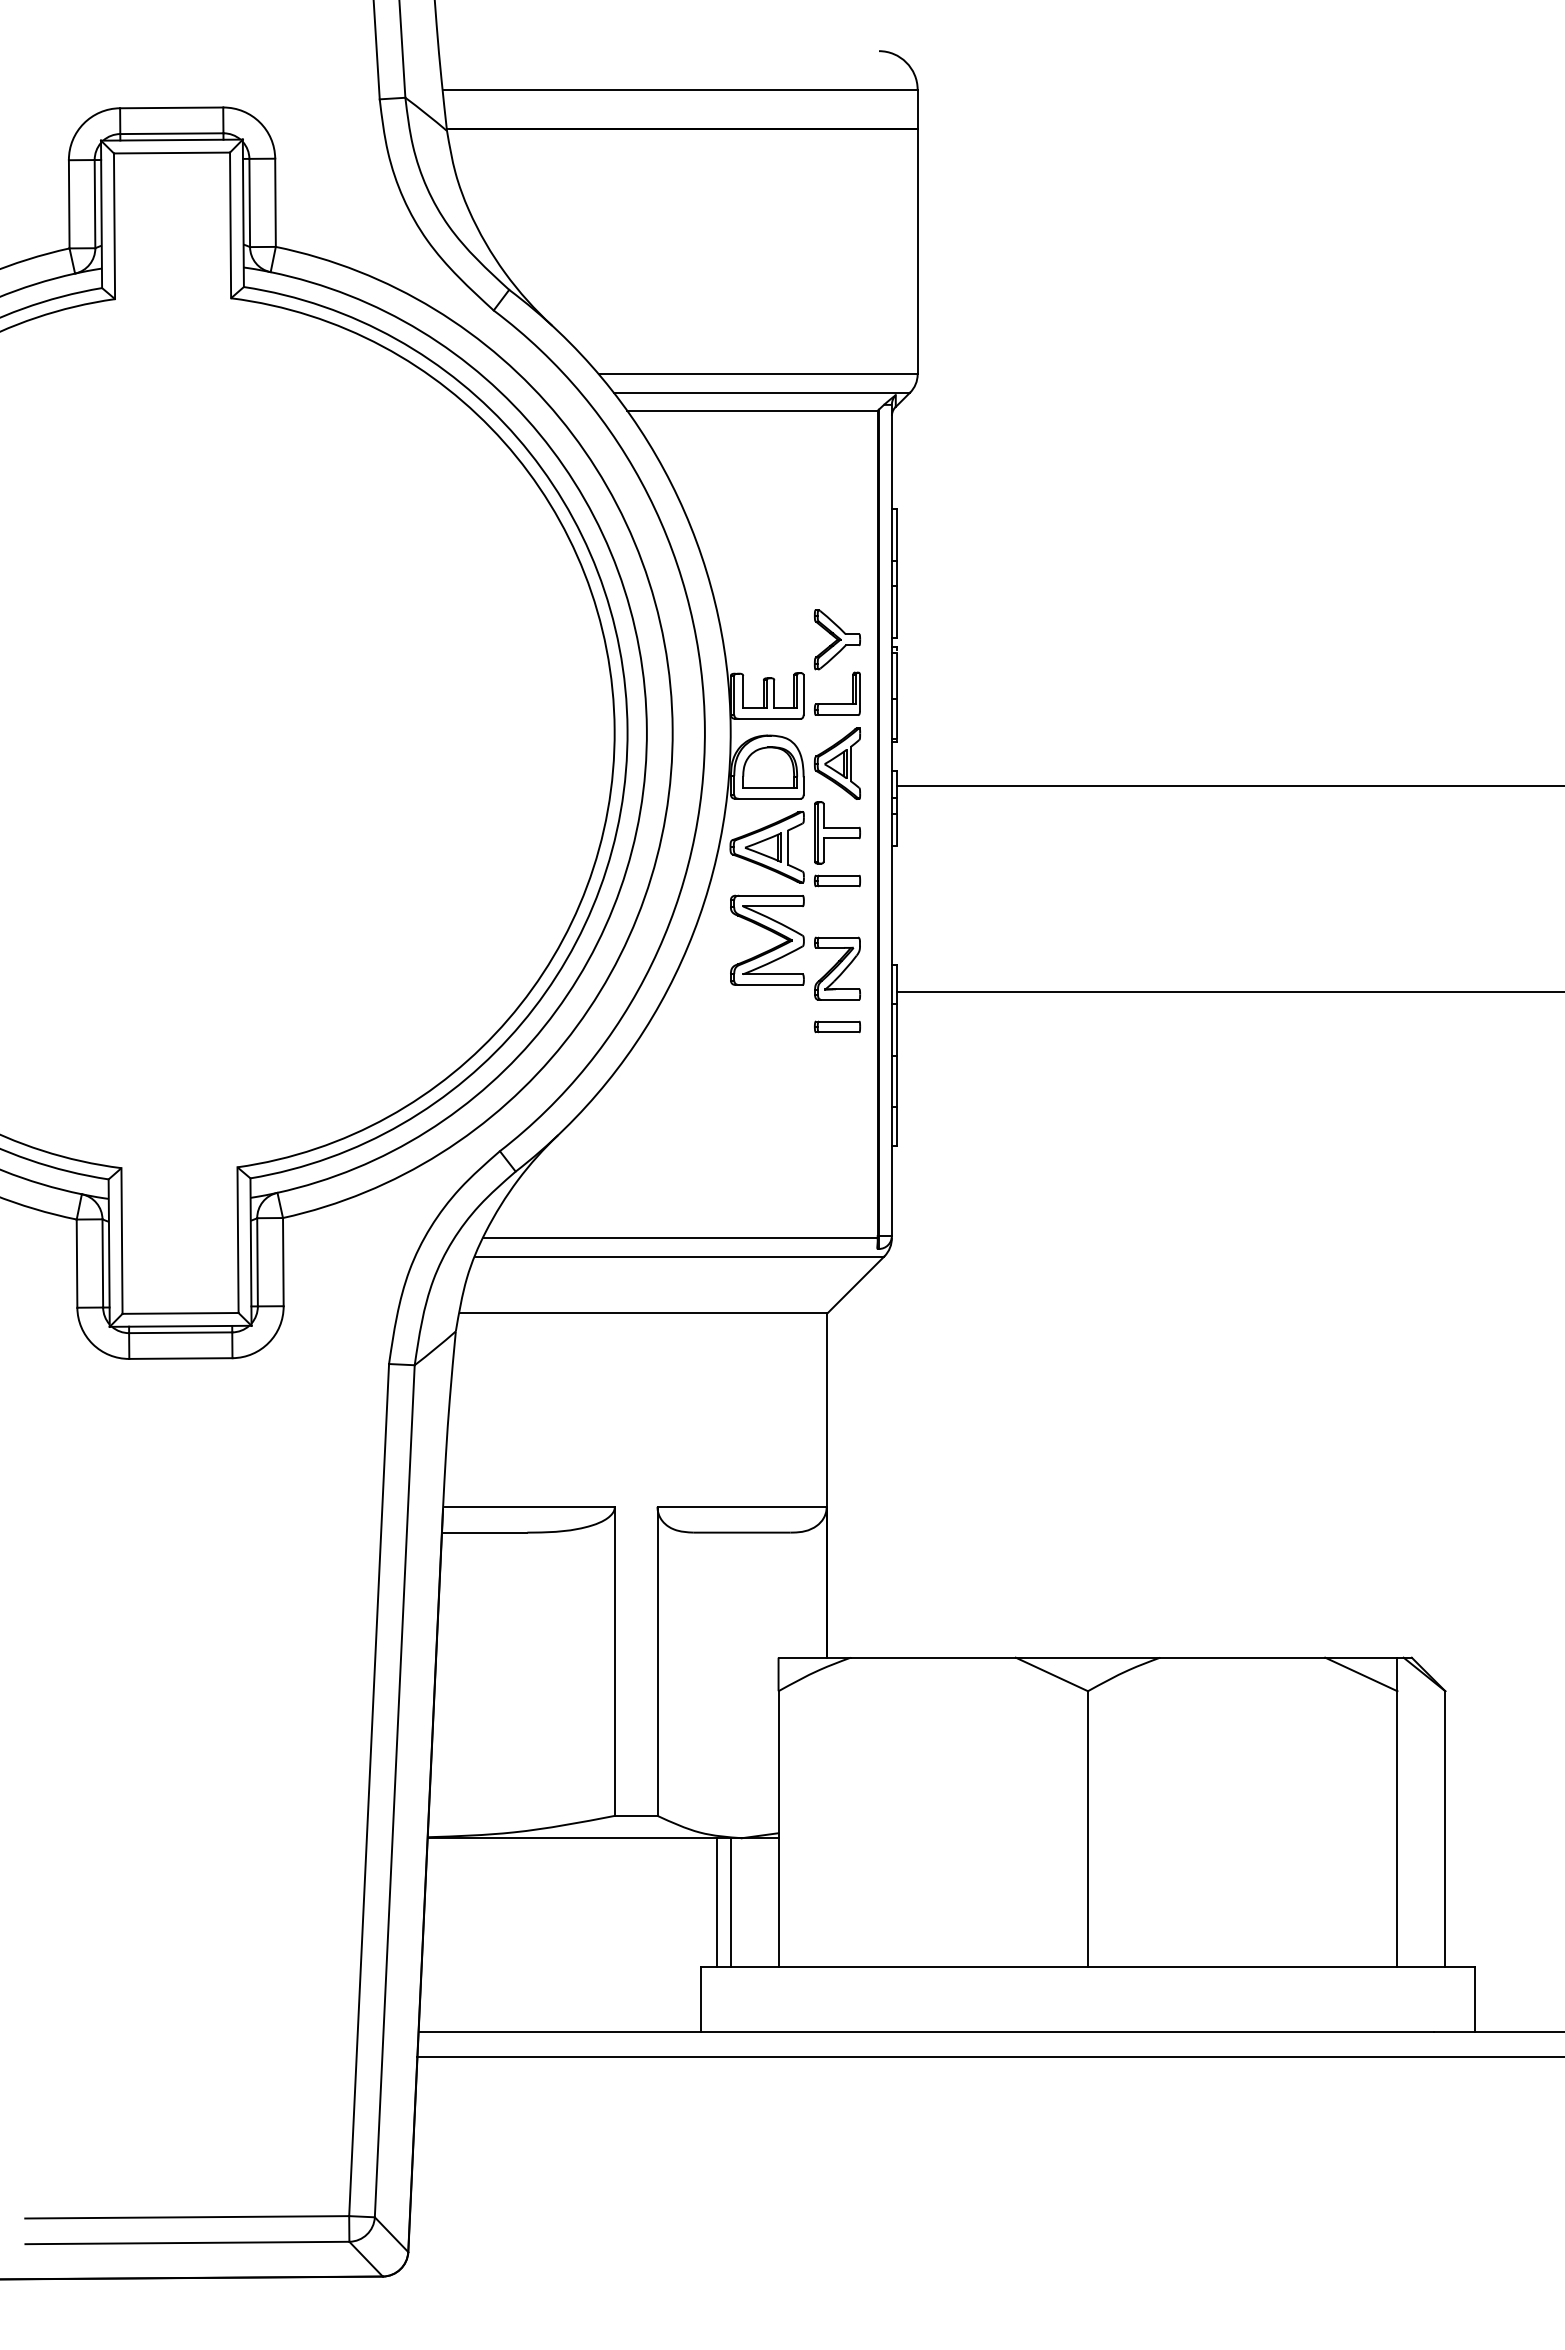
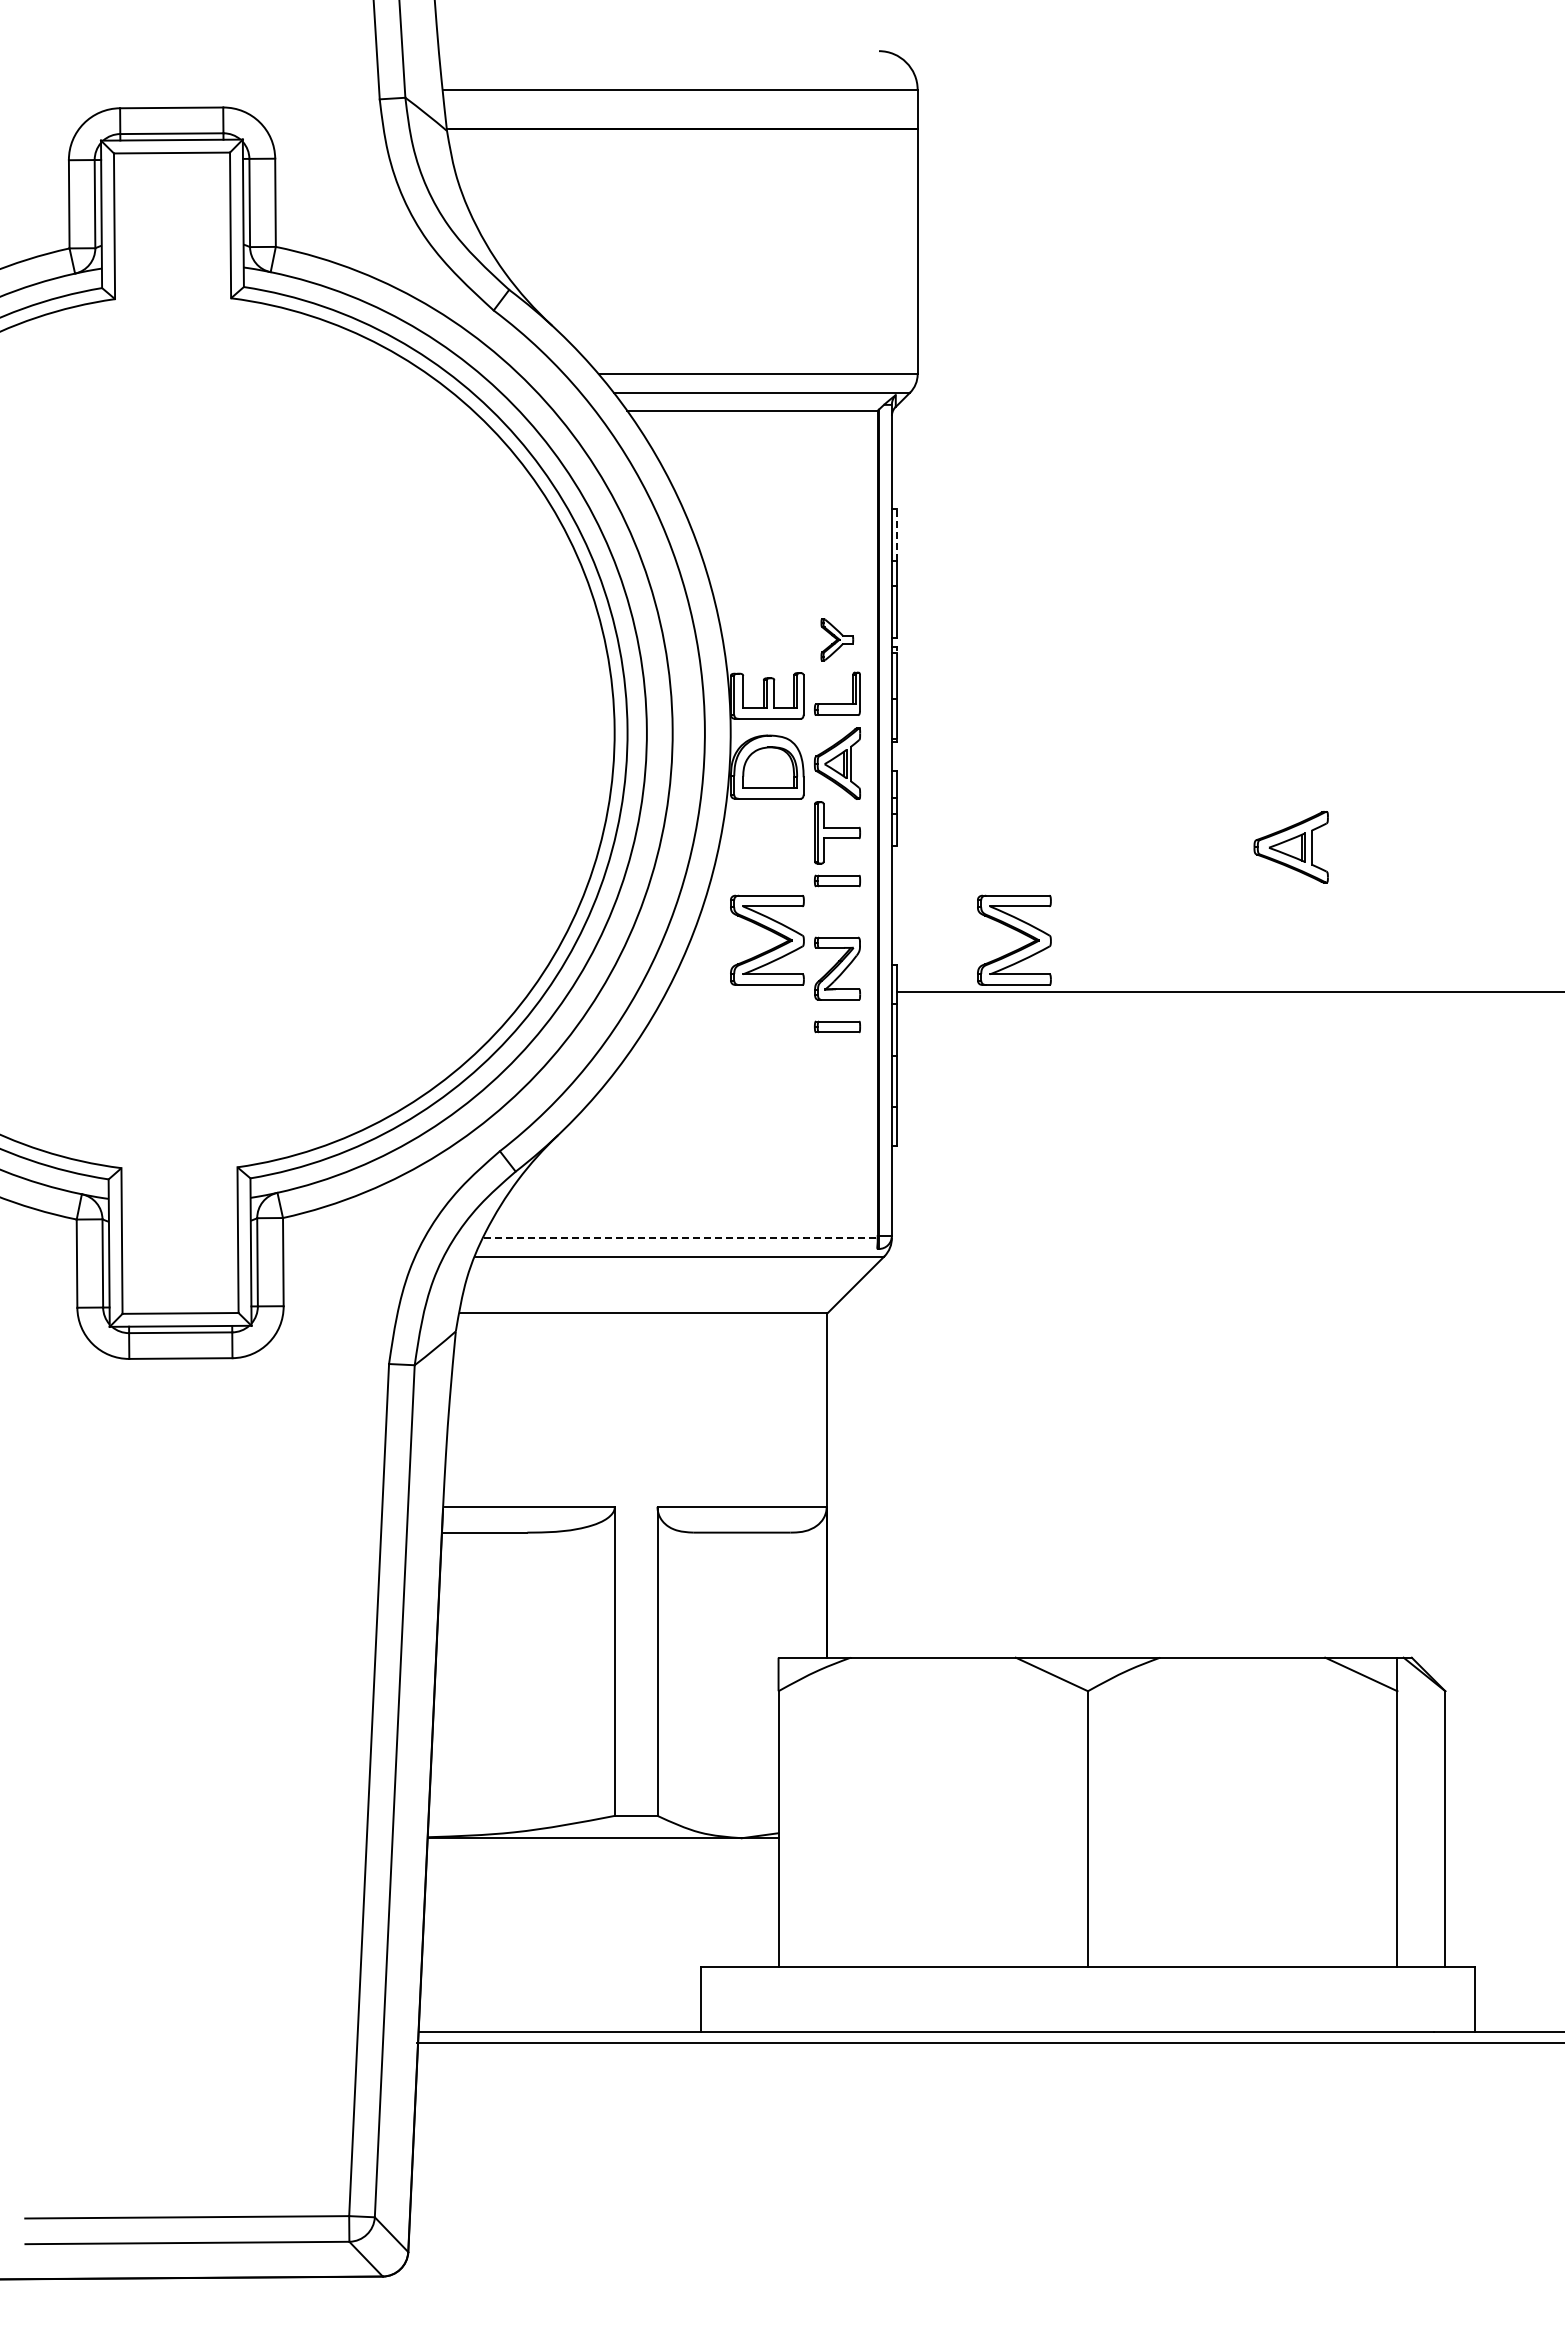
line at (897, 534): solid -> dashed
part at (836, 639) size: 48x62 px -> 35x44 px
line at (1229, 786): present -> none
part at (766, 847) position: (766, 847) -> (1290, 847)
part at (1018, 932): none -> present
line at (680, 1238): solid -> dashed
line at (716, 1902): present -> none
line at (730, 1902): present -> none
line at (989, 2057) position: (989, 2057) -> (989, 2043)
